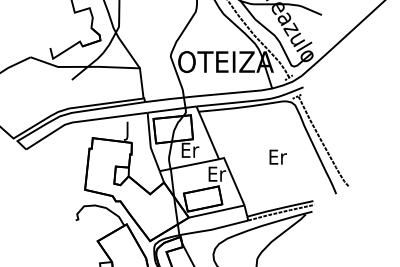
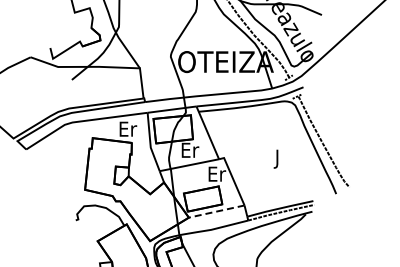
text at (128, 130): J -> Er
text at (277, 158): Er -> J
line at (216, 211): solid -> dashed
